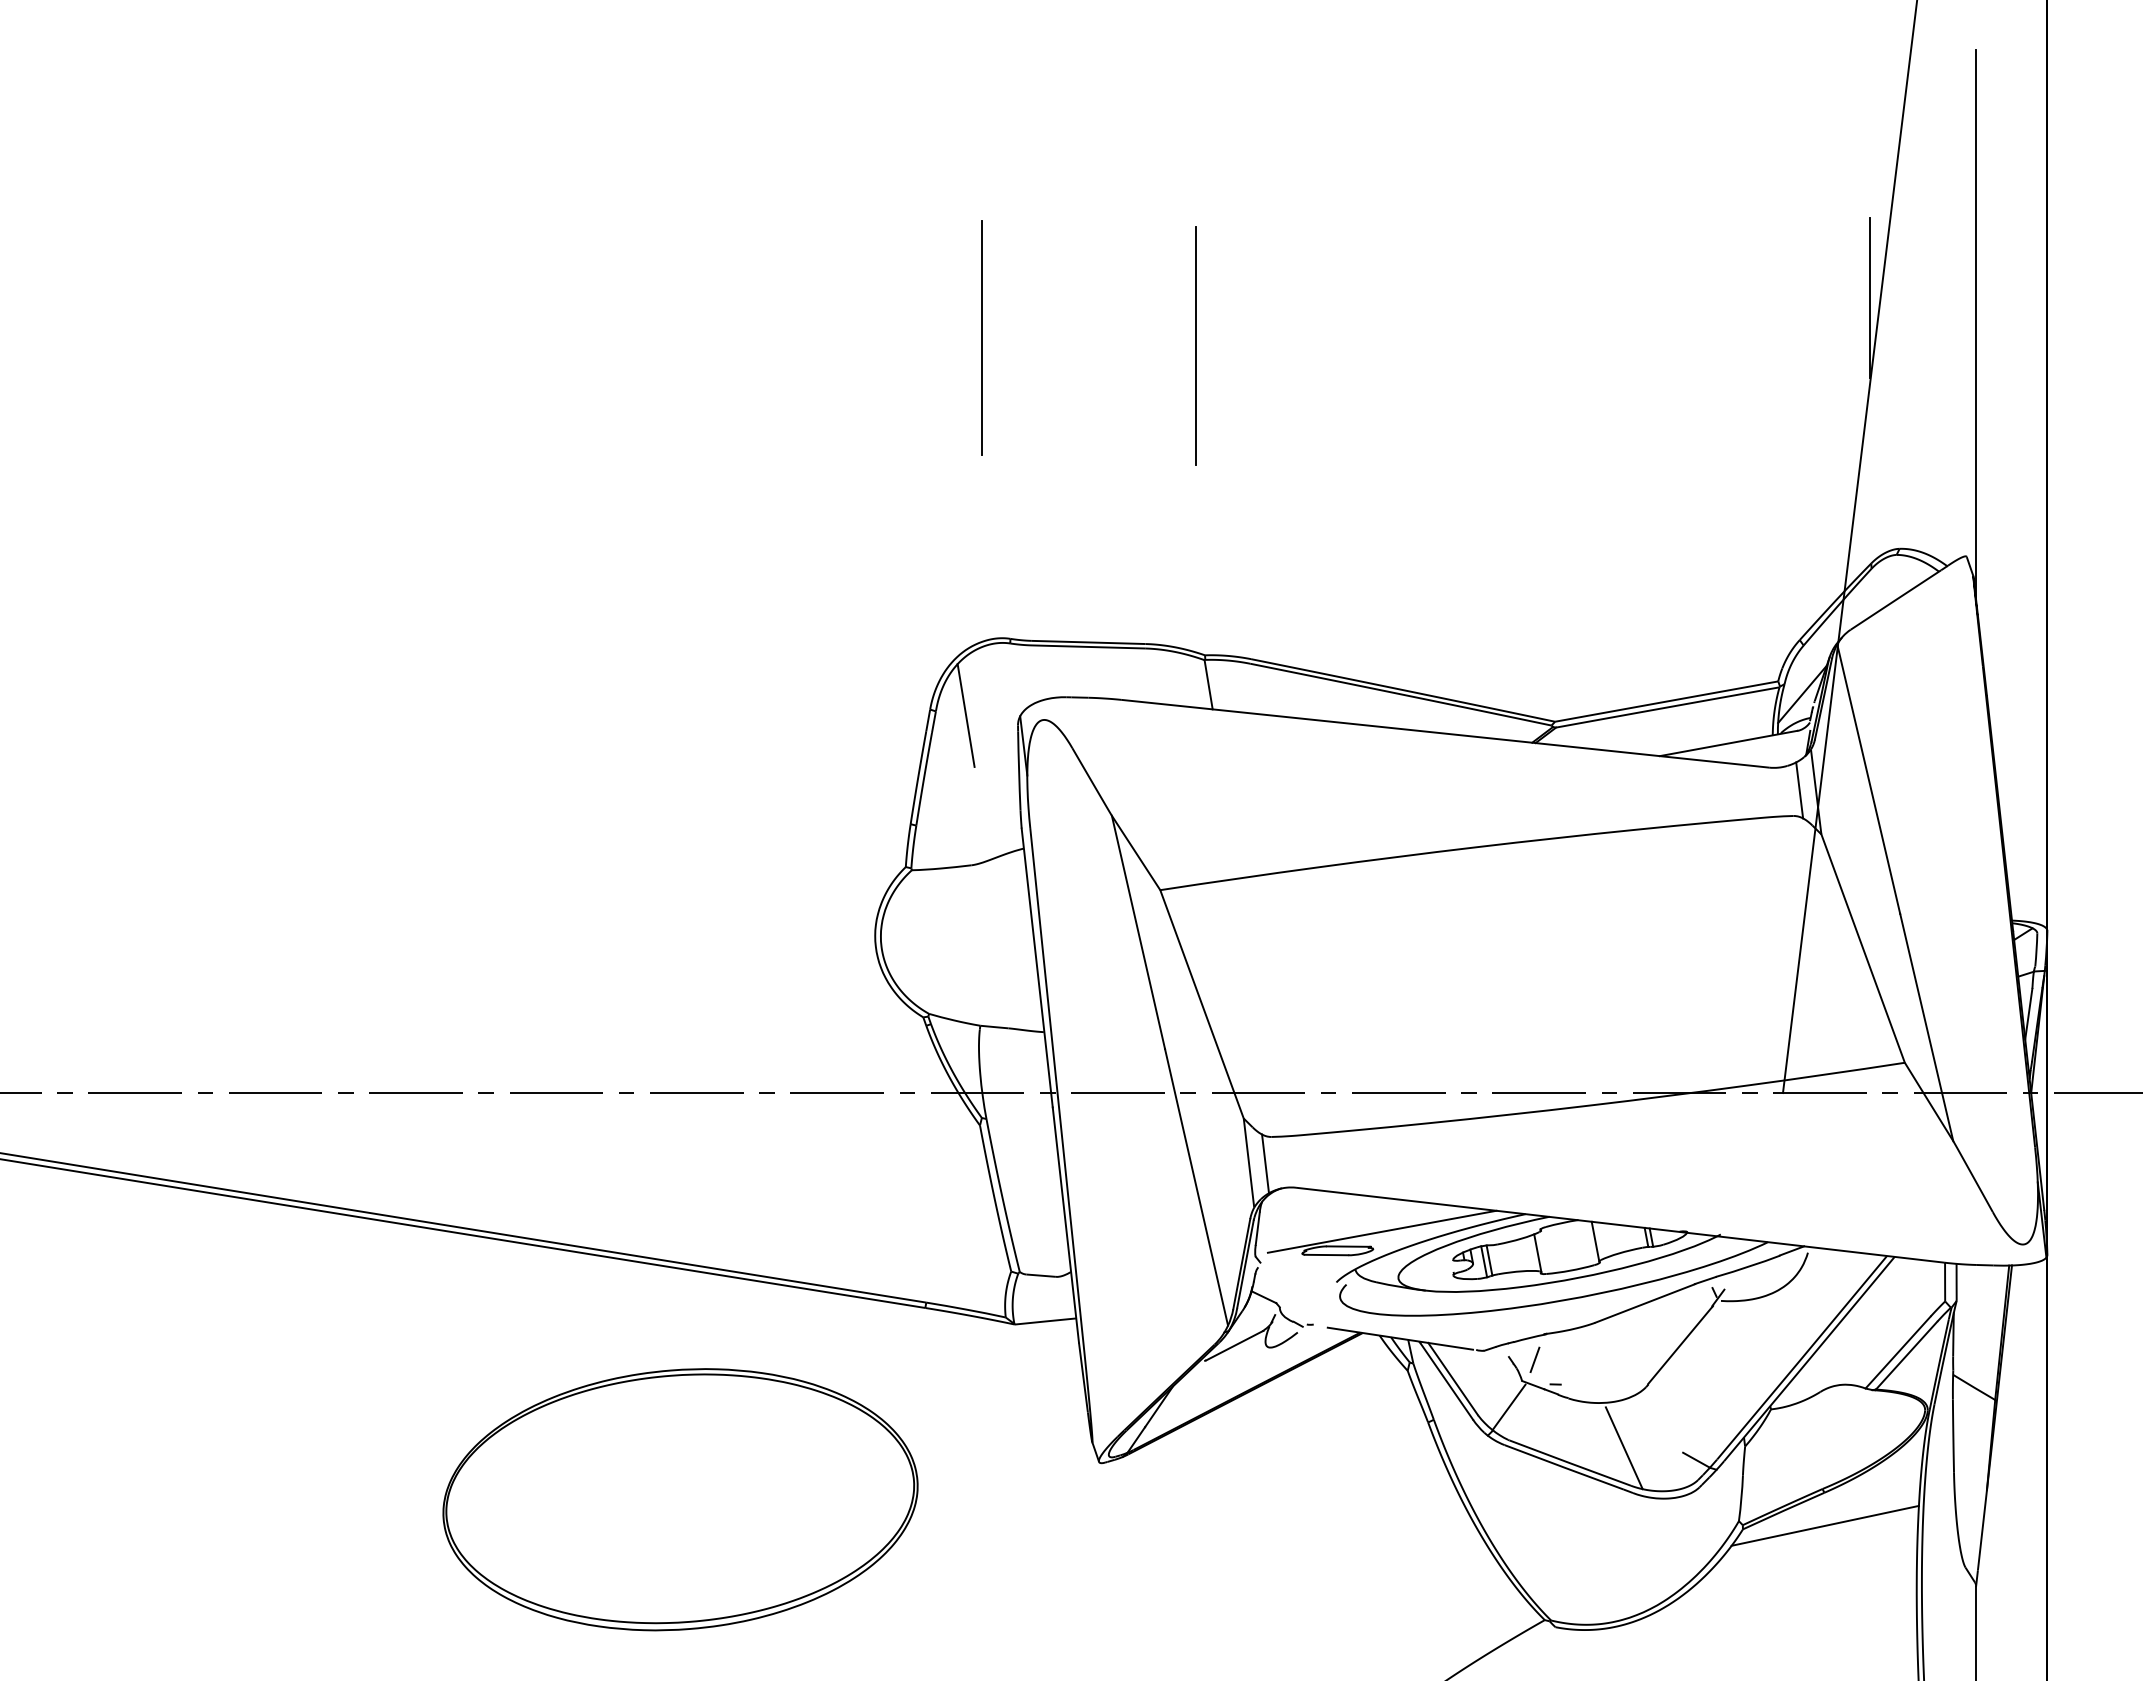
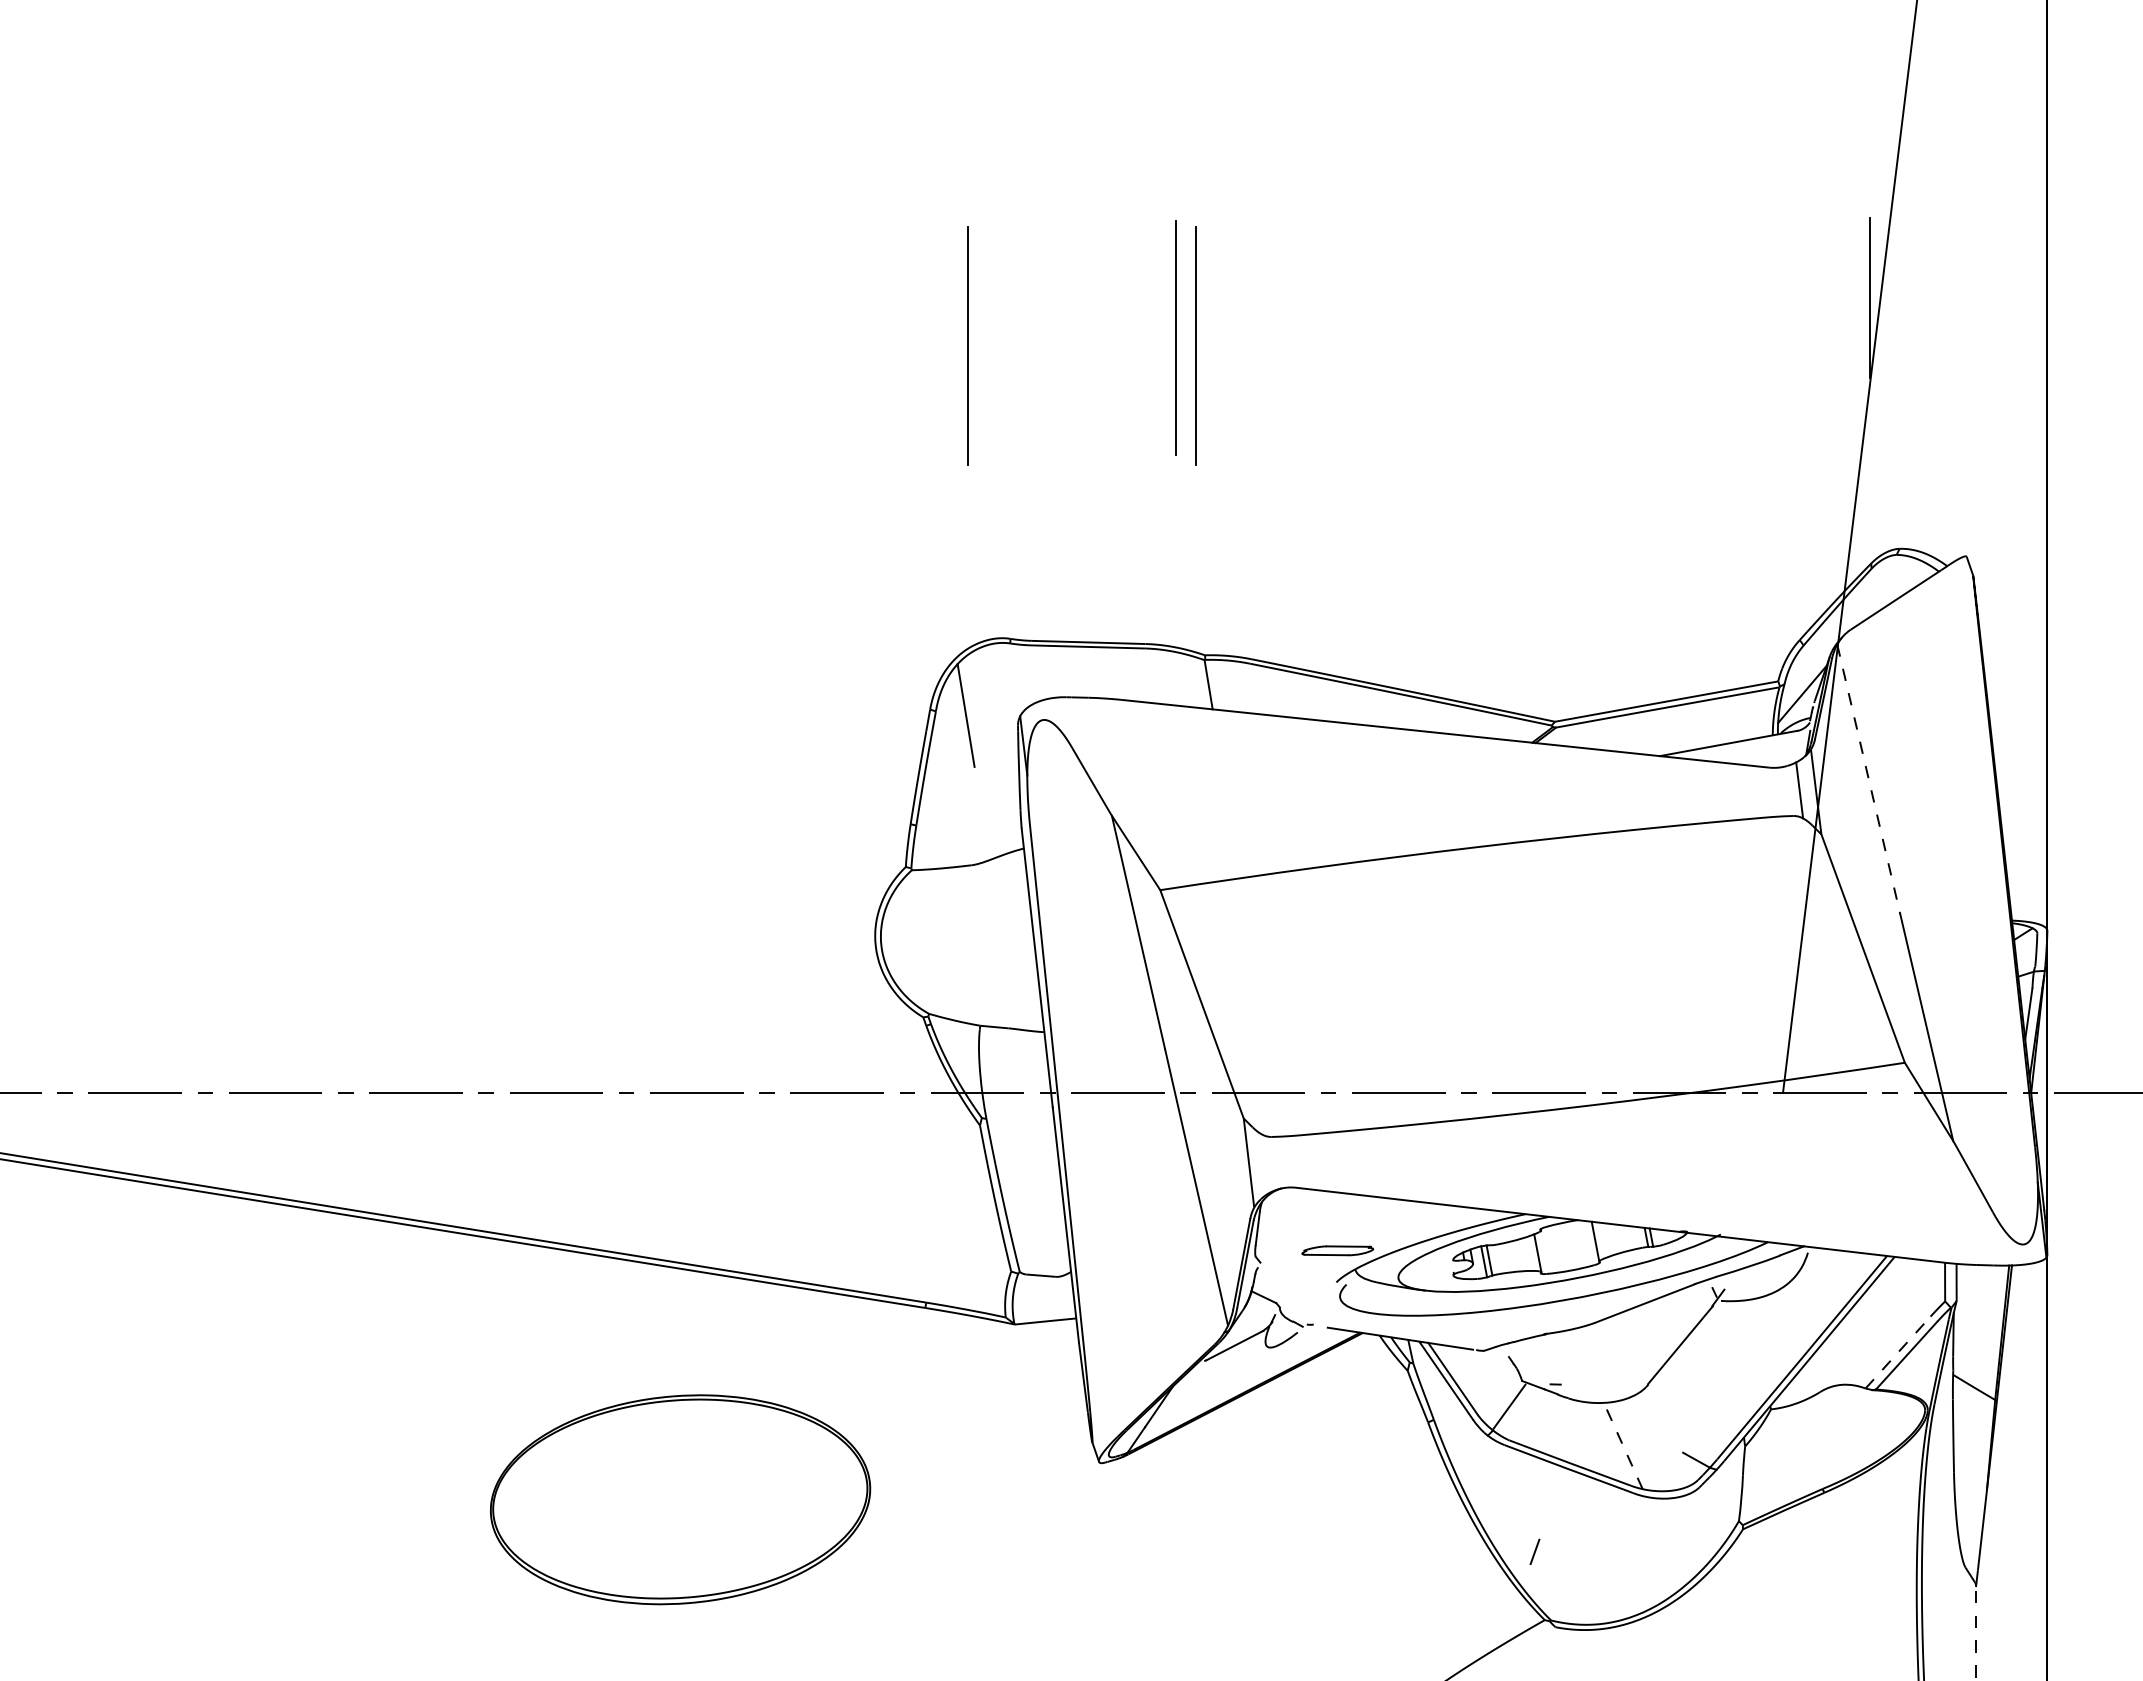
line at (1976, 324): present -> none
line at (981, 337) position: (981, 337) -> (1175, 337)
line at (967, 345): none -> present
line at (1868, 779): solid -> dashed
line at (1265, 1163): present -> none
line at (1381, 1231): present -> none
line at (1898, 1352): solid -> dashed
line at (1534, 1359) position: (1534, 1359) -> (1534, 1551)
line at (1624, 1448): solid -> dashed
part at (680, 1499) size: 477x264 px -> 382x212 px
line at (1824, 1525): present -> none
line at (1976, 1633): solid -> dashed
